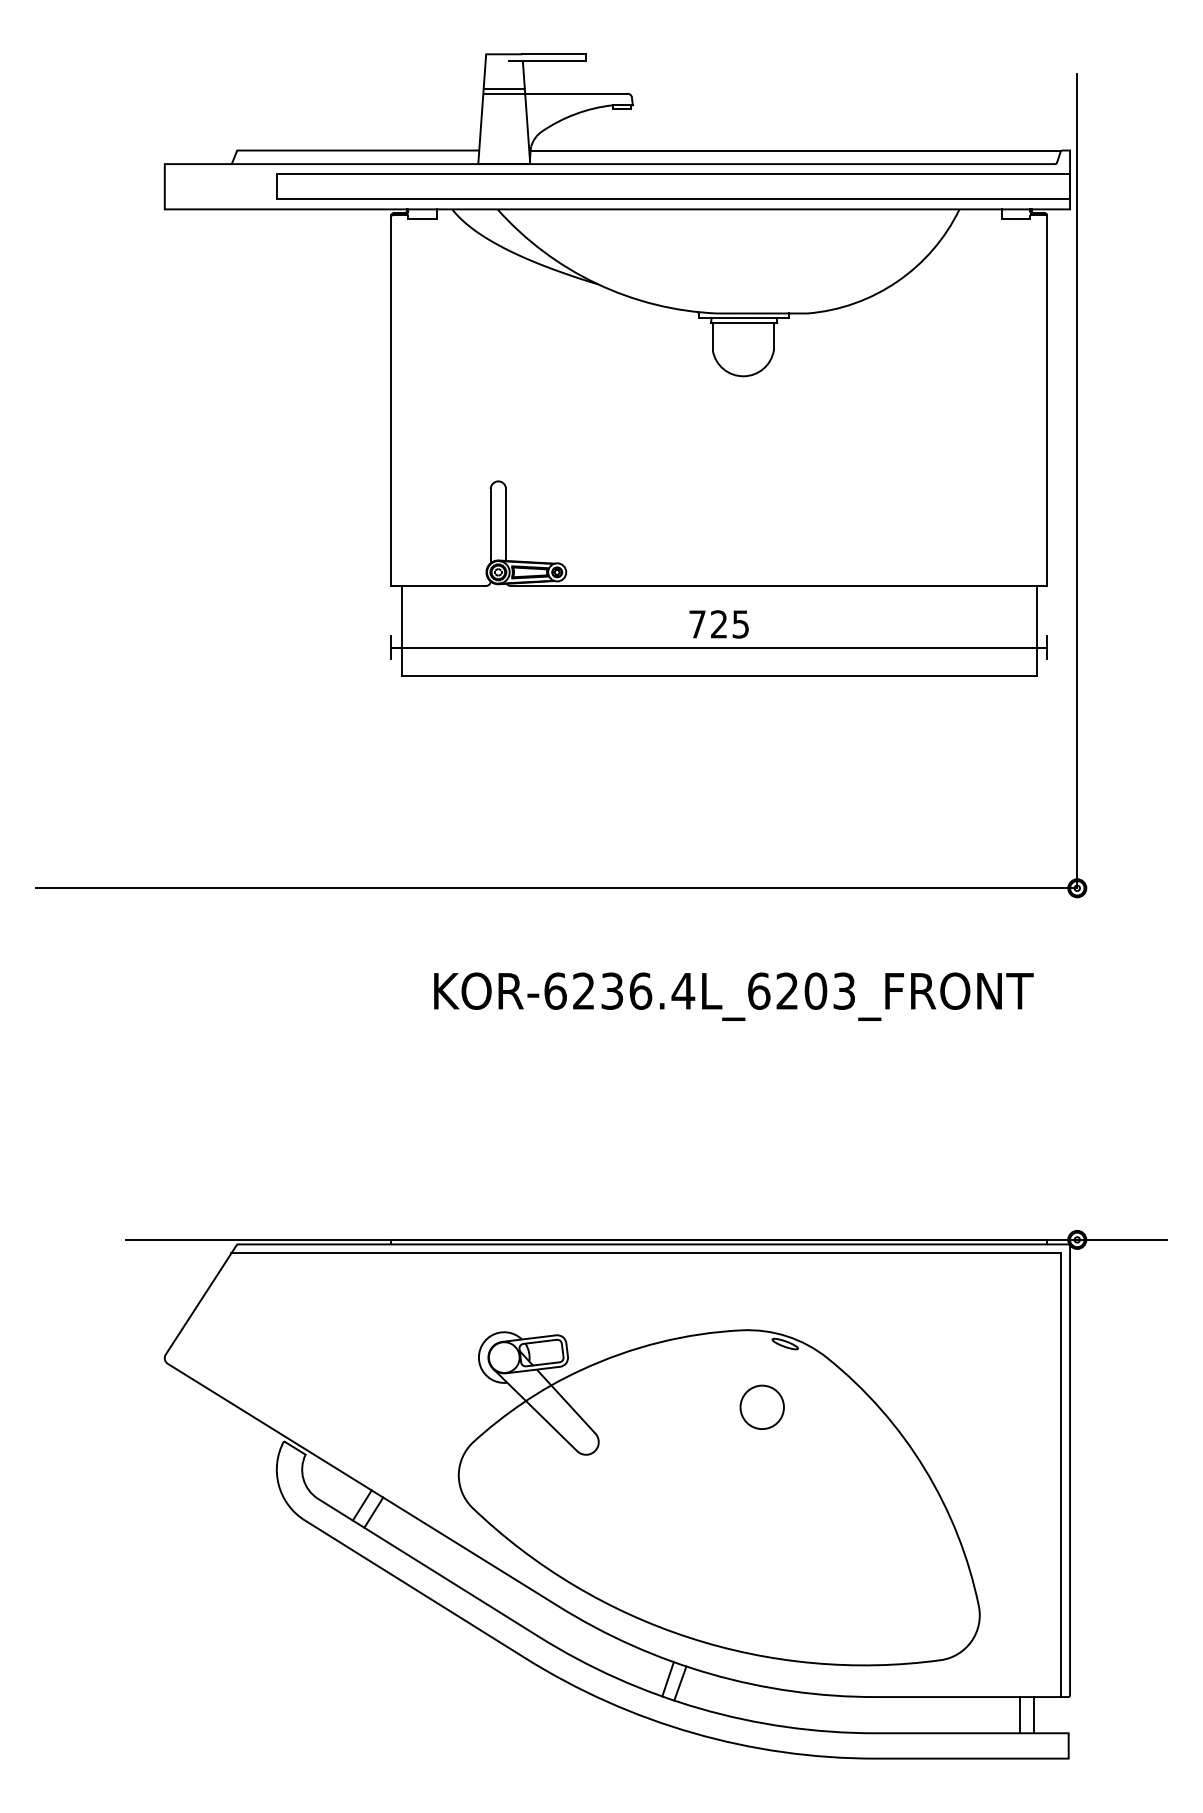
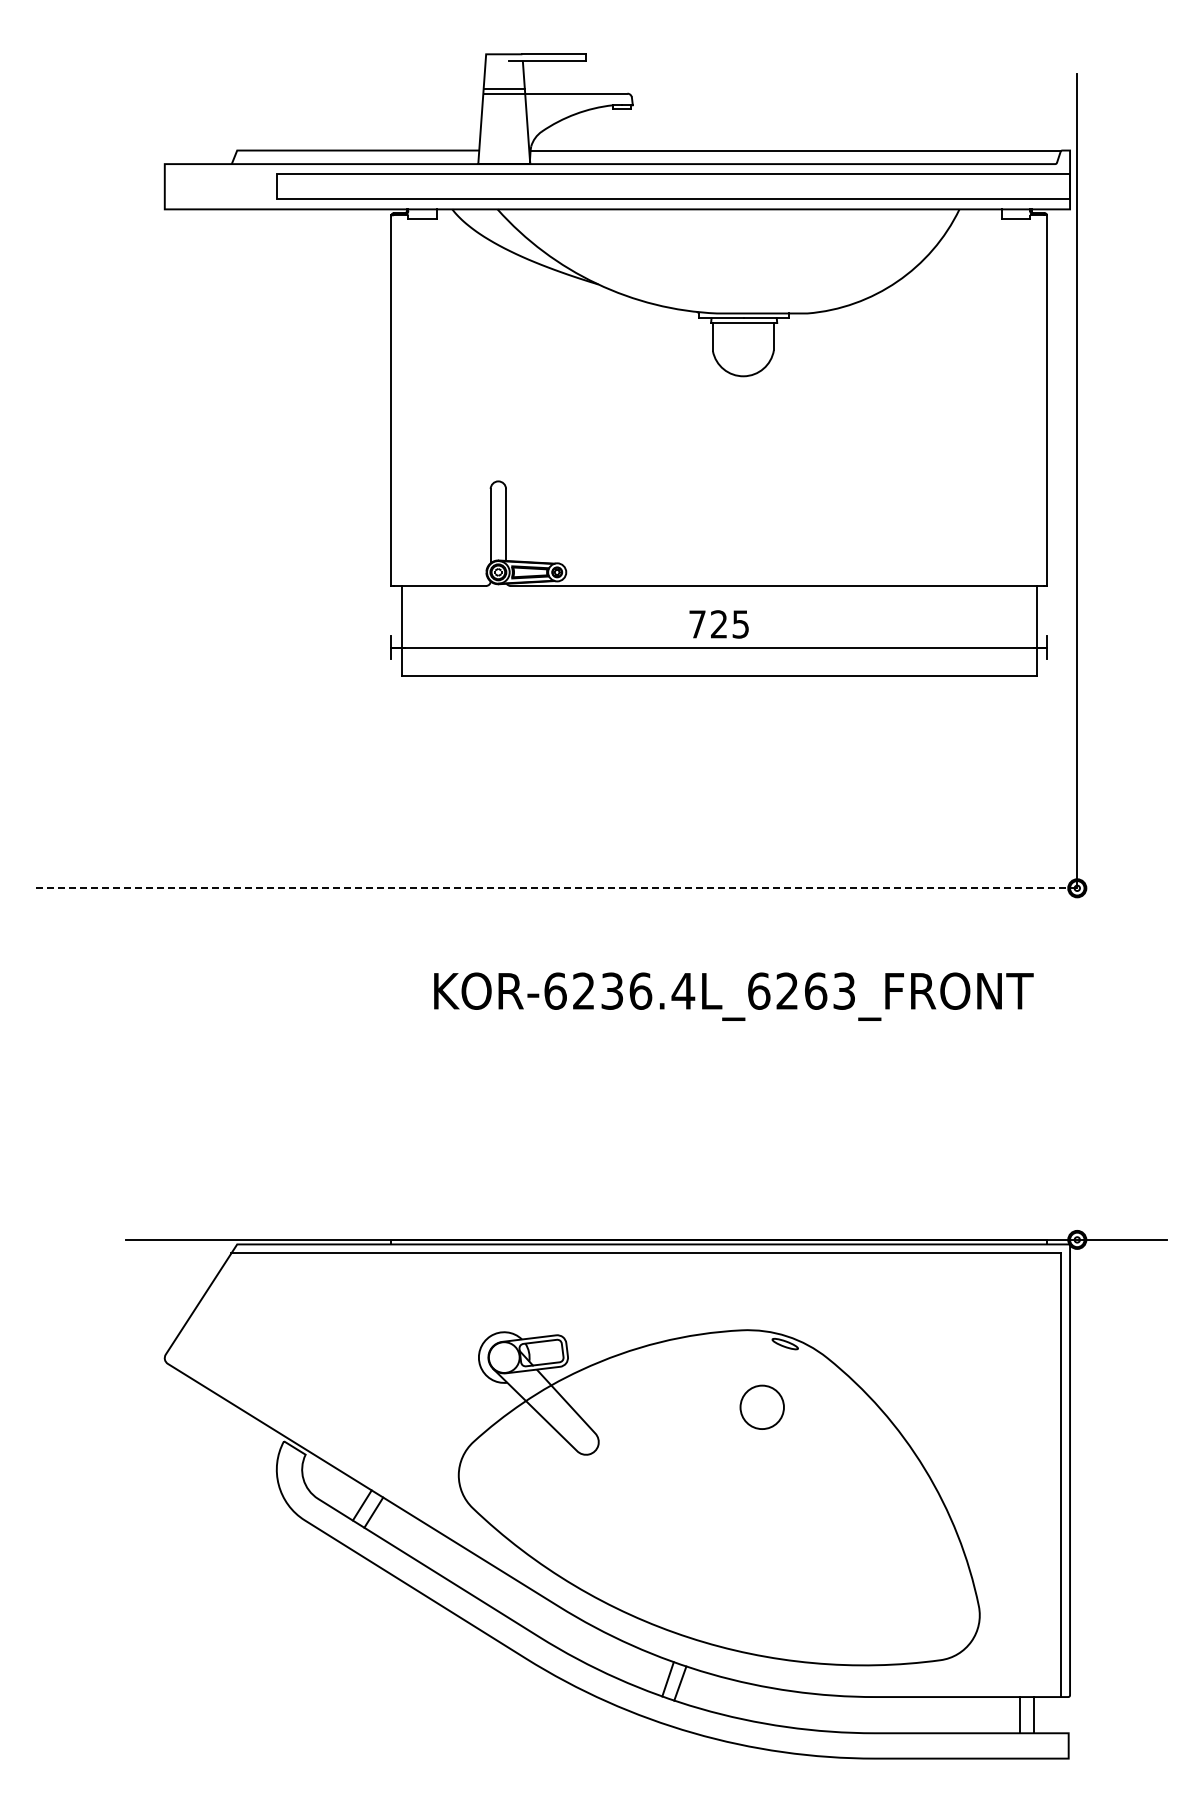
line at (556, 888): solid -> dashed
text at (815, 990): KOR-6236.4L_6203_FRONT -> KOR-6236.4L_6263_FRONT
